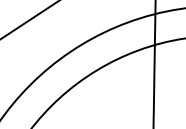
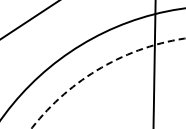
circle at (108, 83): solid -> dashed
